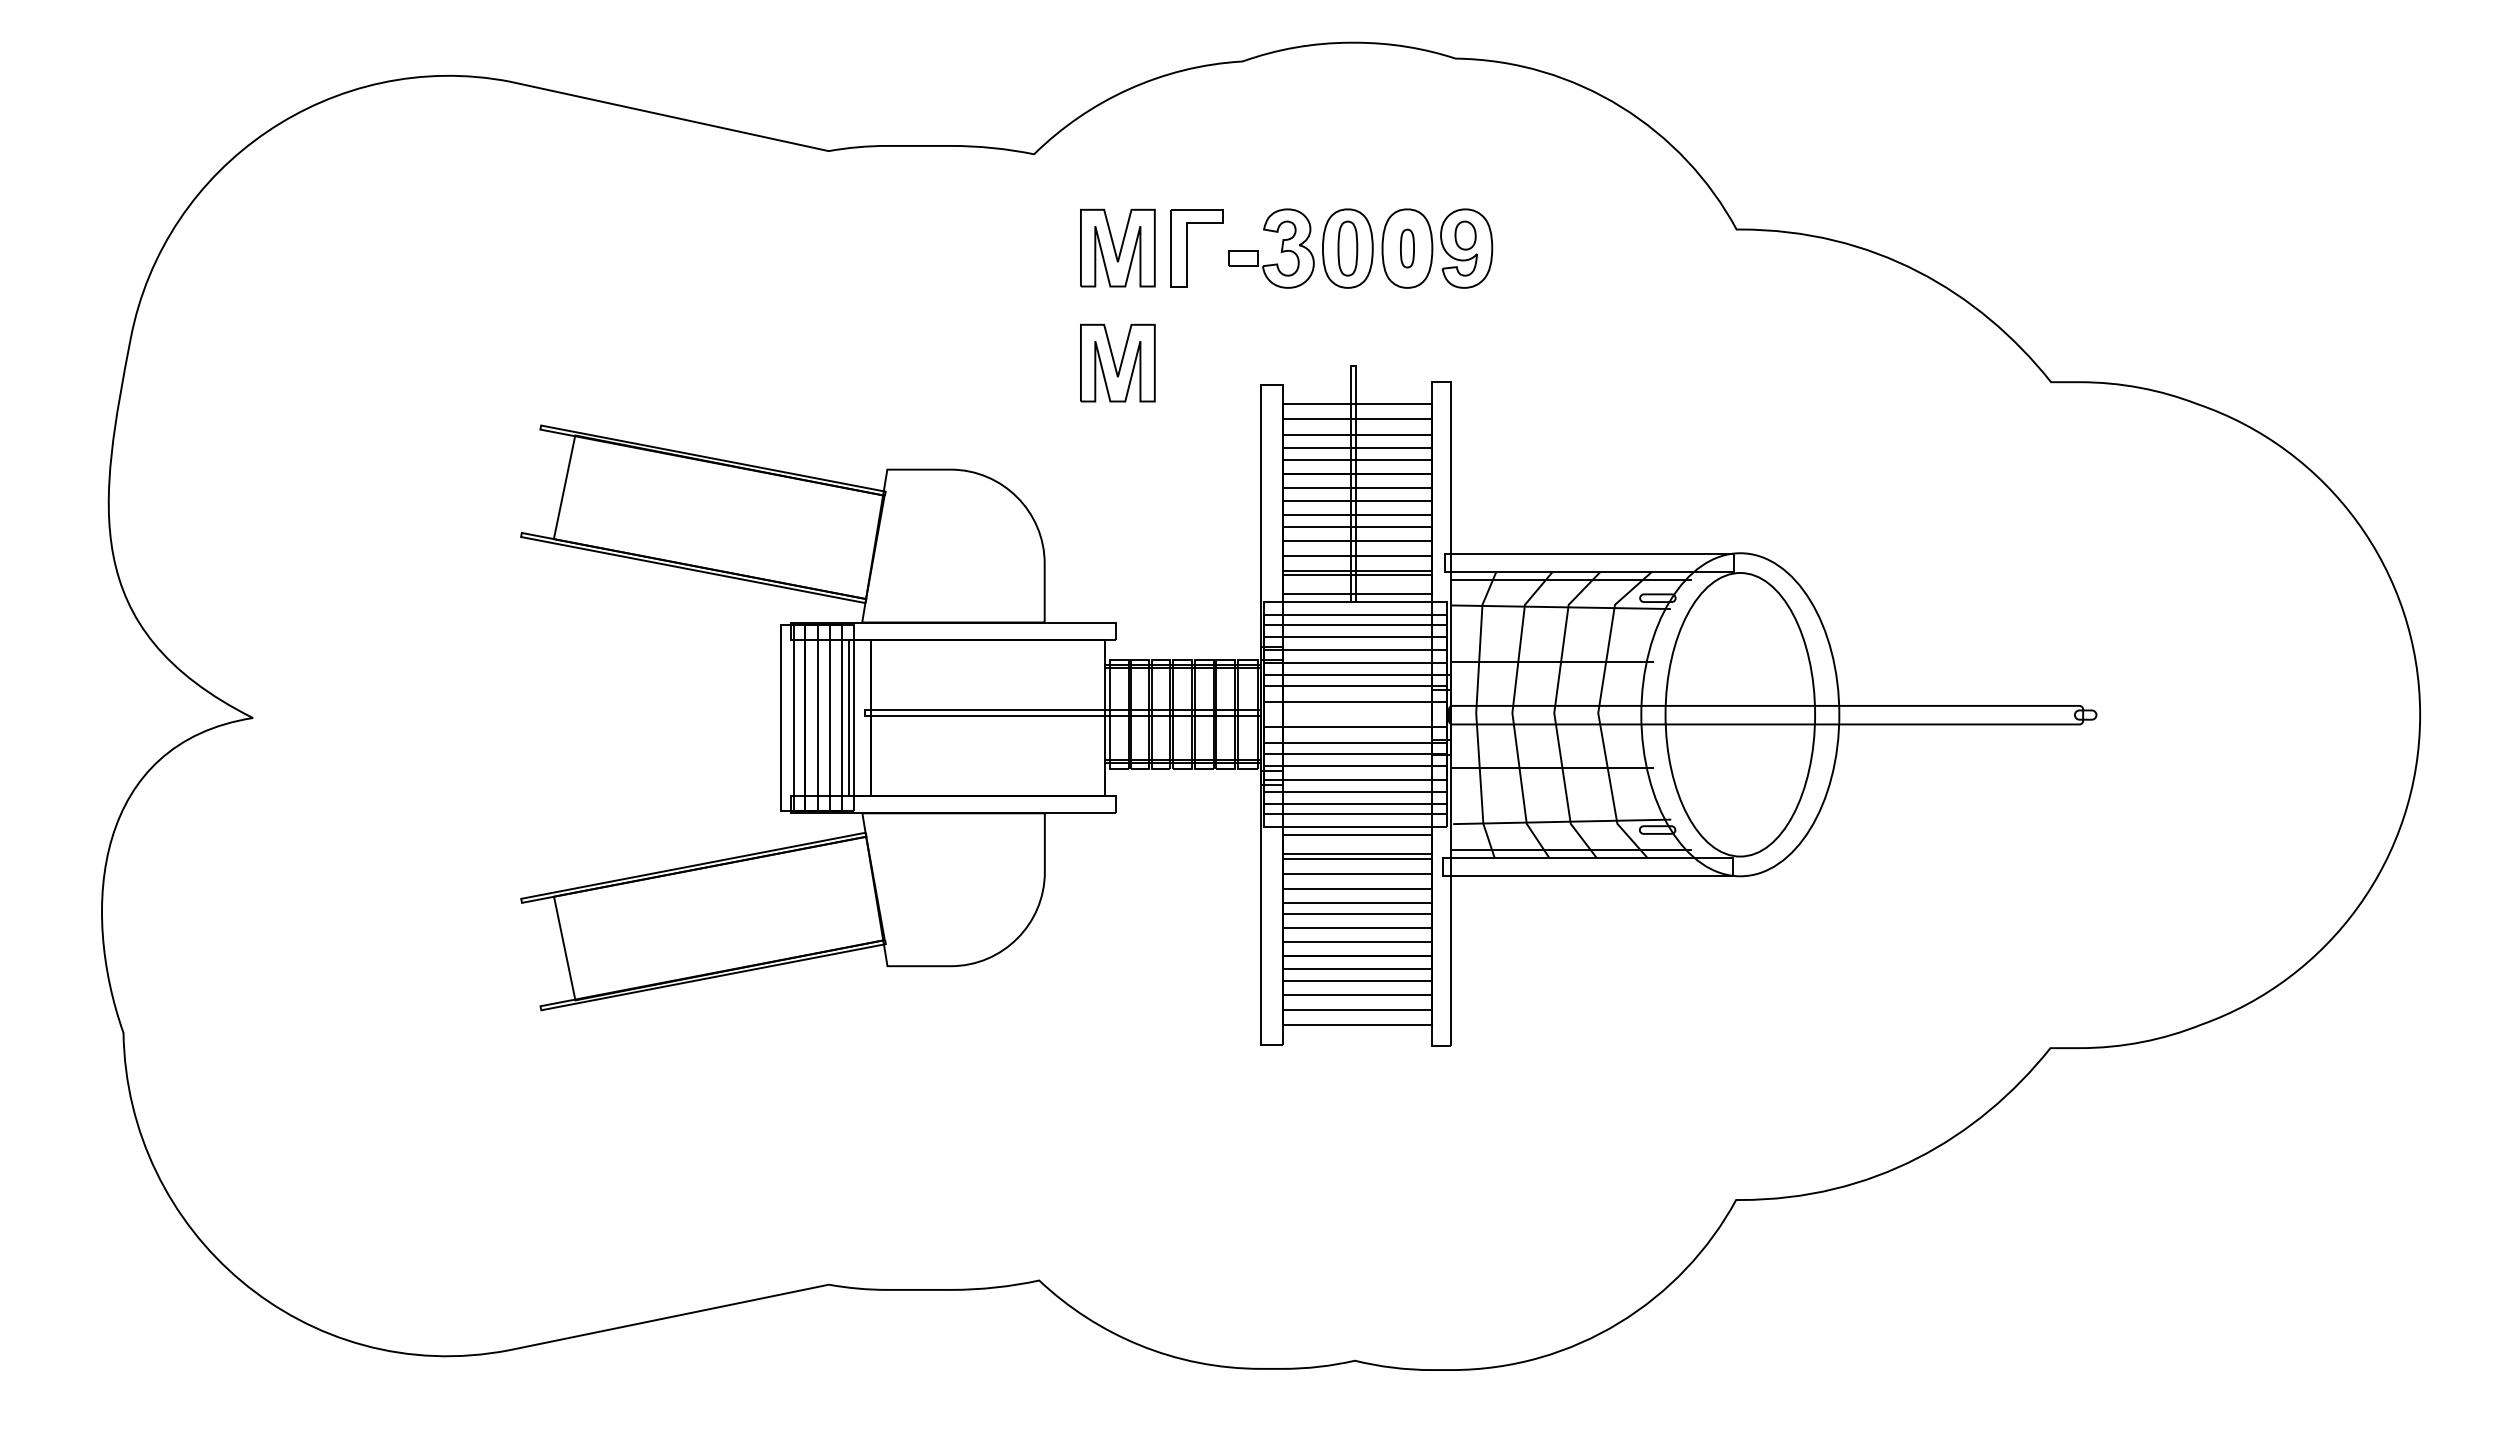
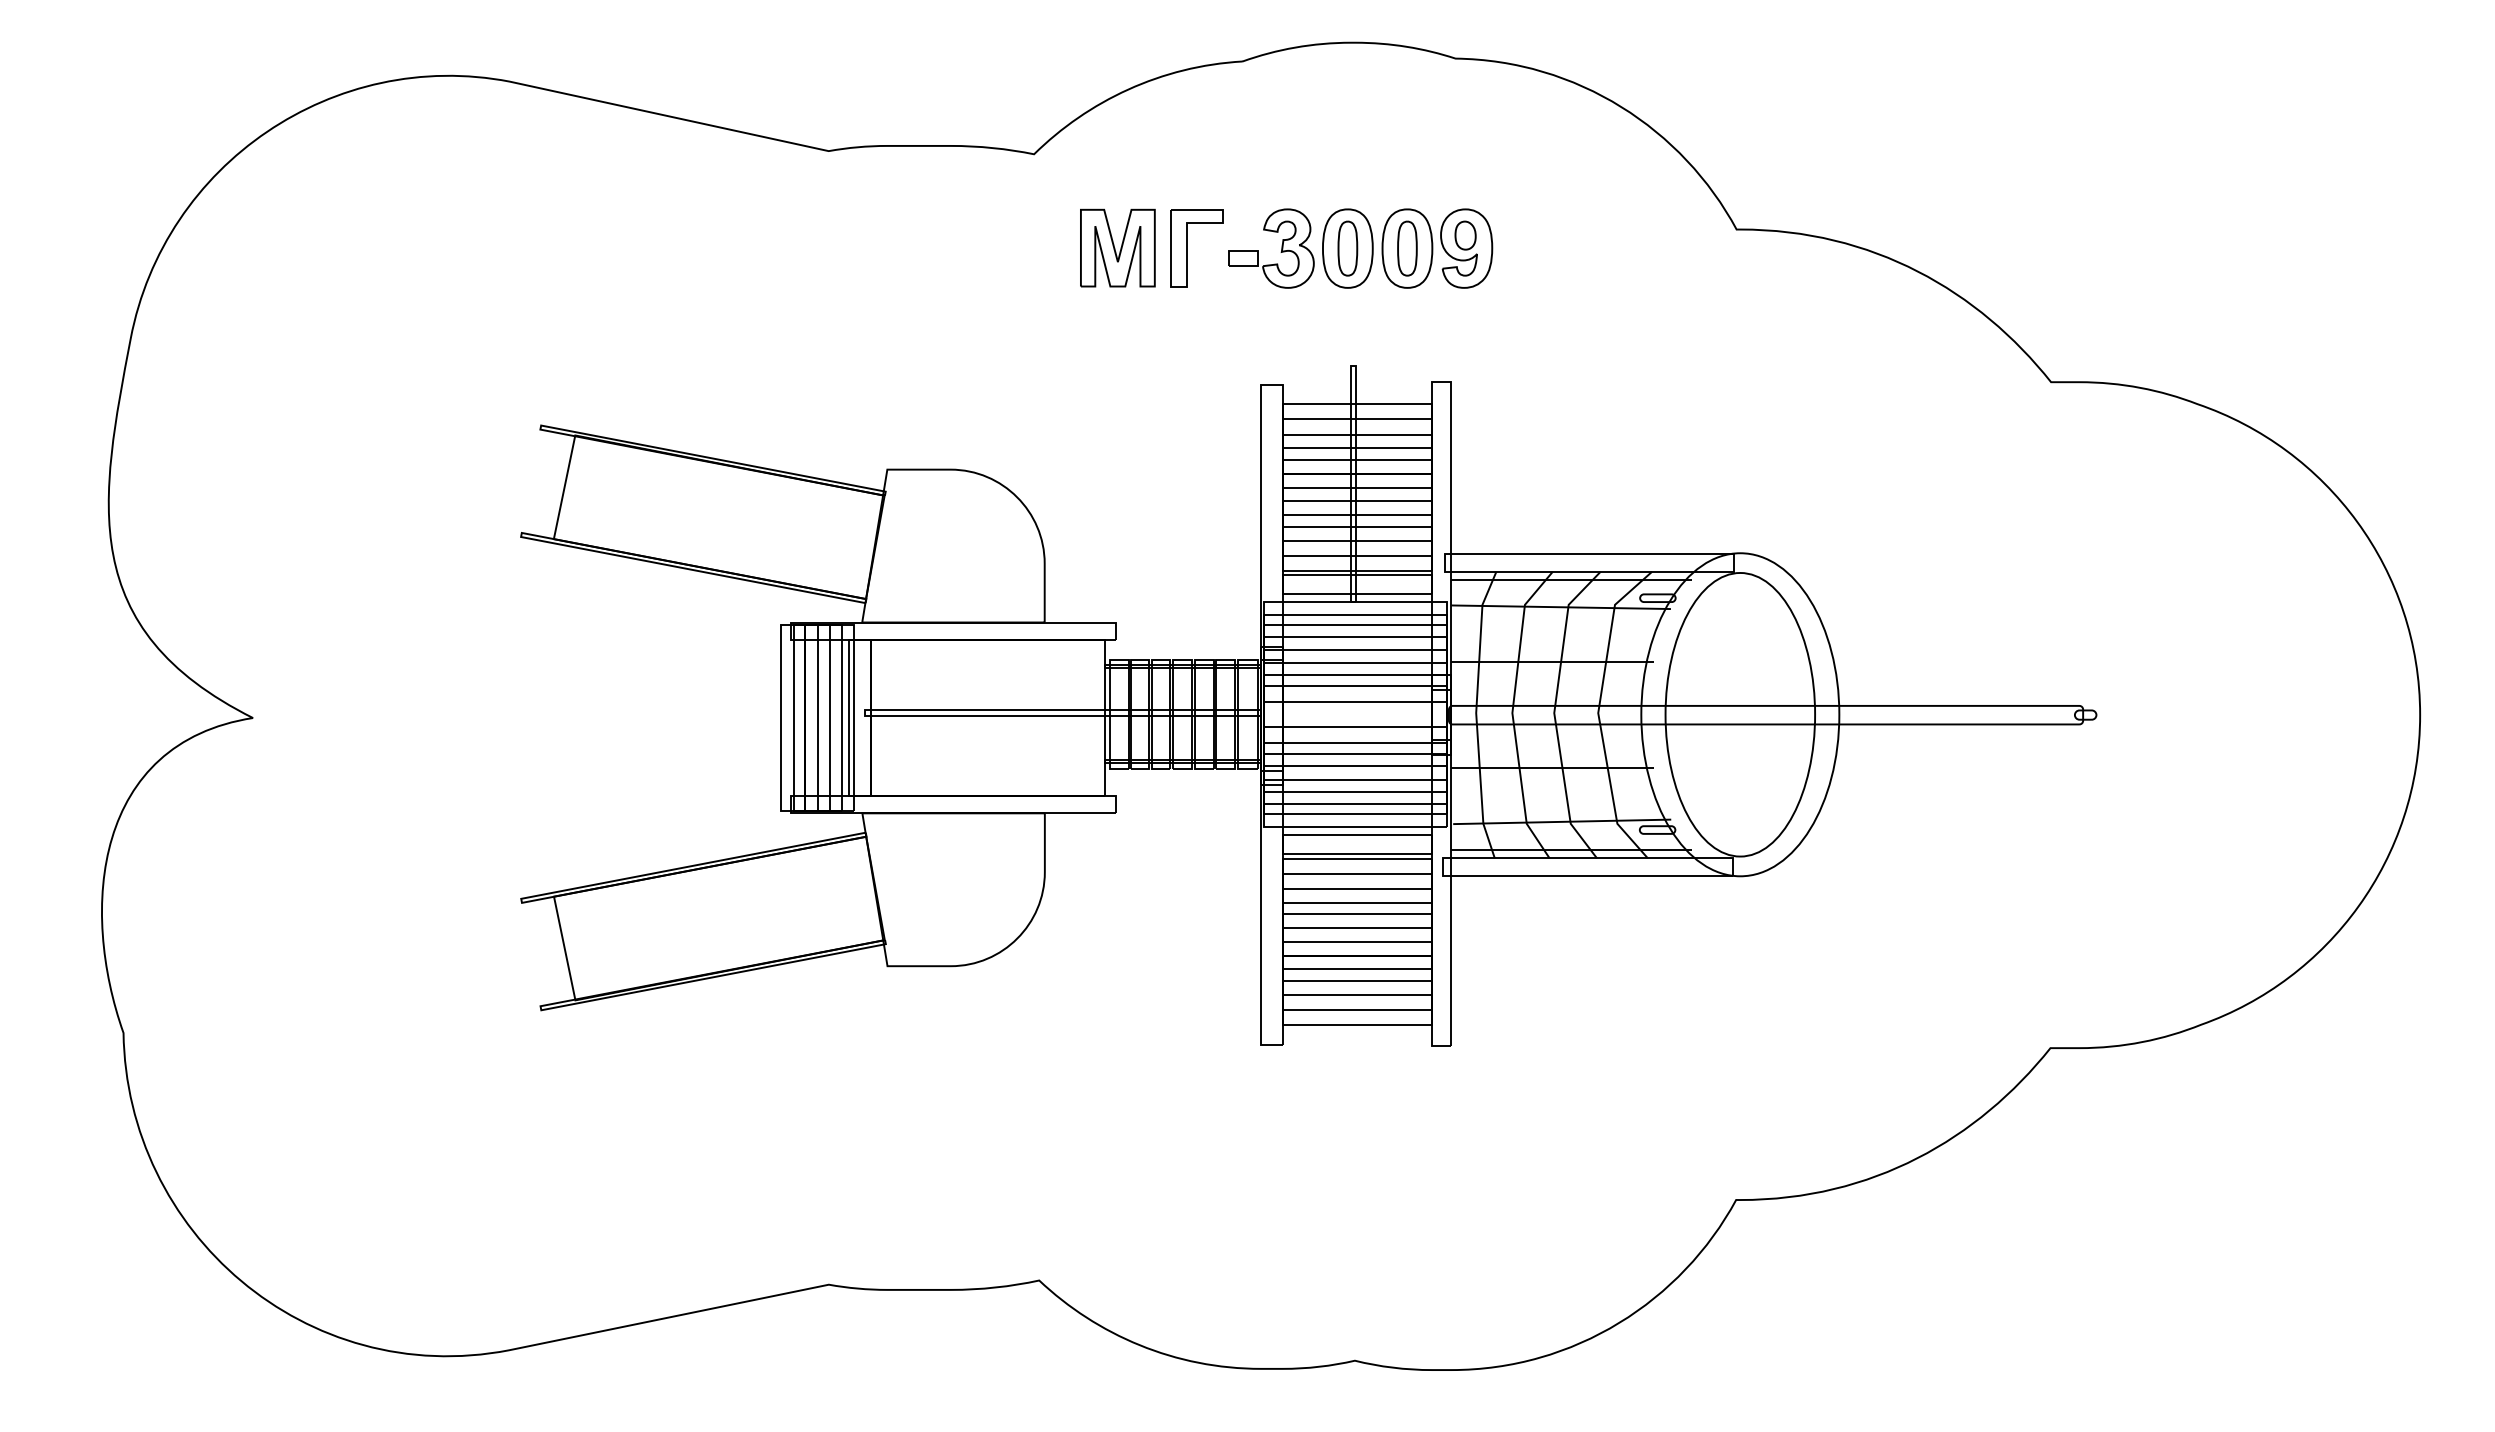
part at (1407, 248) size: 15x41 px -> 21x57 px
part at (1117, 362): present -> none
